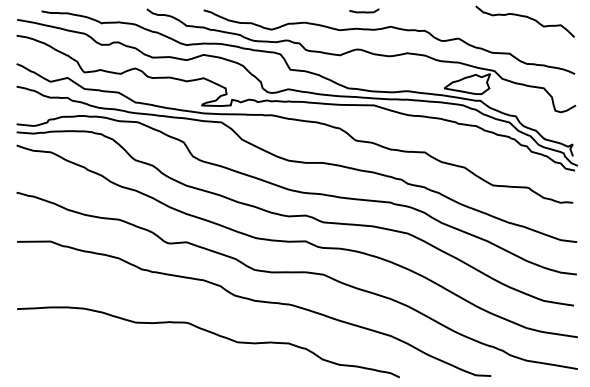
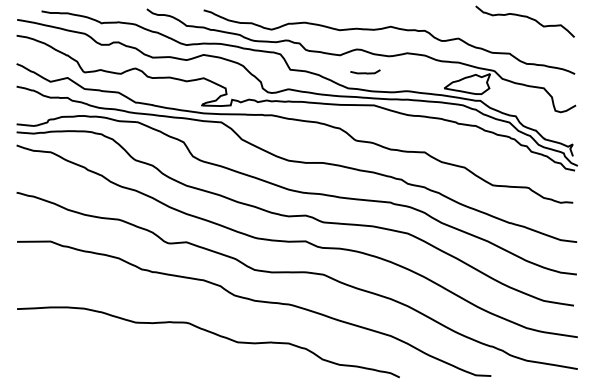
curve at (364, 11) position: (364, 11) -> (365, 72)
